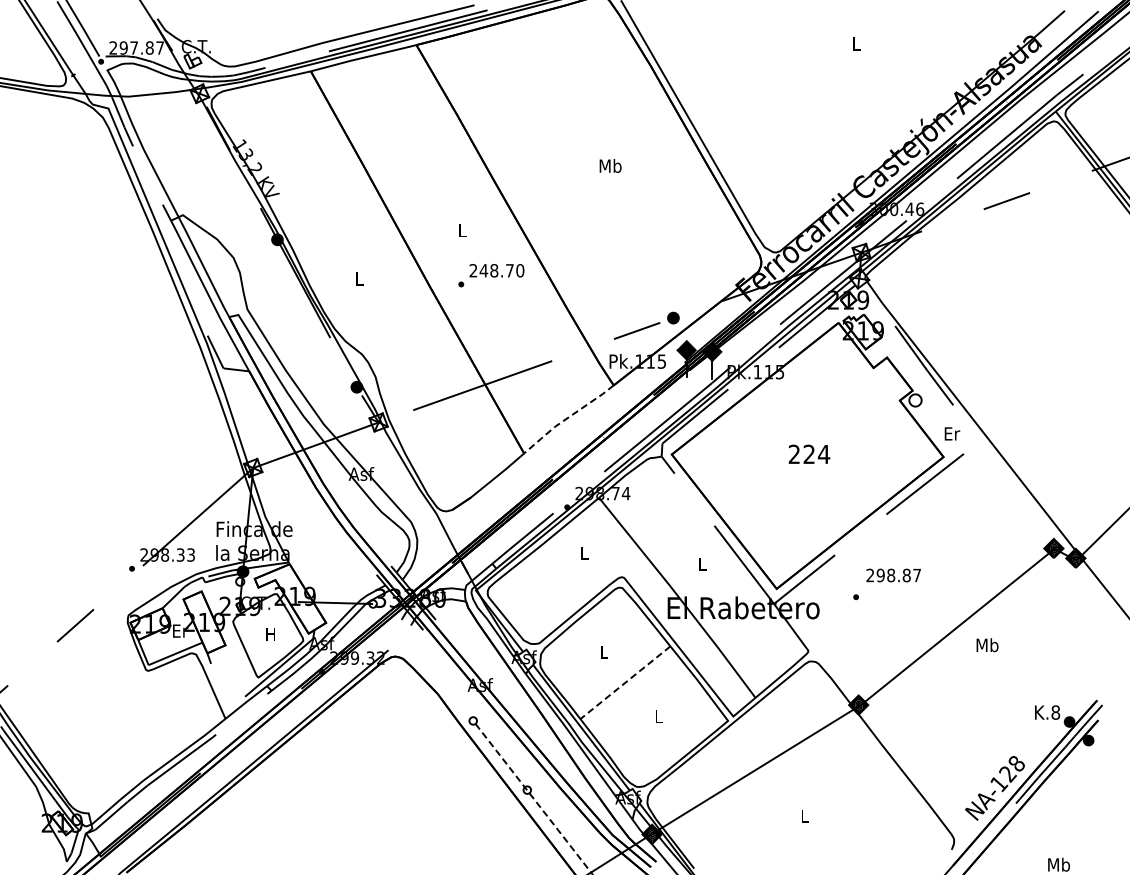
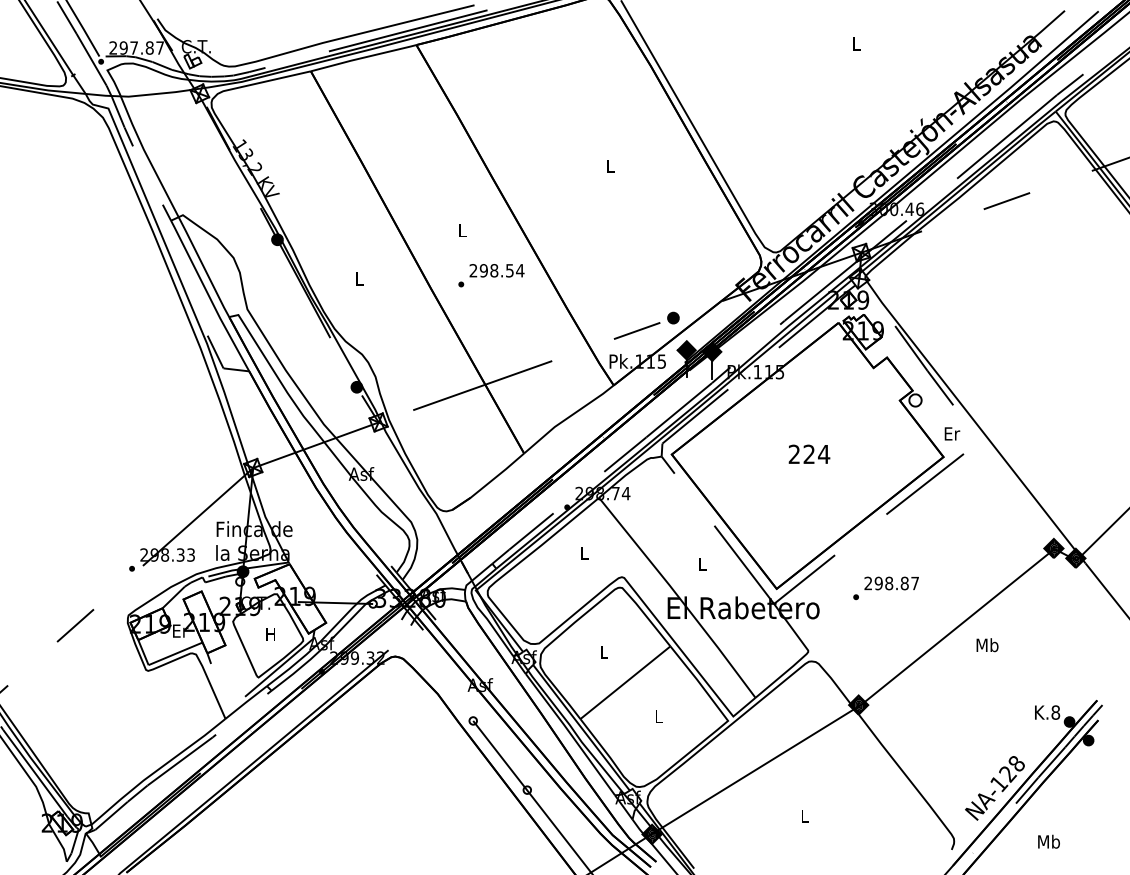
text at (610, 165): Mb -> L
text at (501, 270): 248.70 -> 298.54
line at (567, 418): dashed -> solid
text at (893, 575) position: (893, 575) -> (891, 583)
line at (625, 682): dashed -> solid
line at (532, 797): dashed -> solid
text at (1058, 864) position: (1058, 864) -> (1048, 841)
